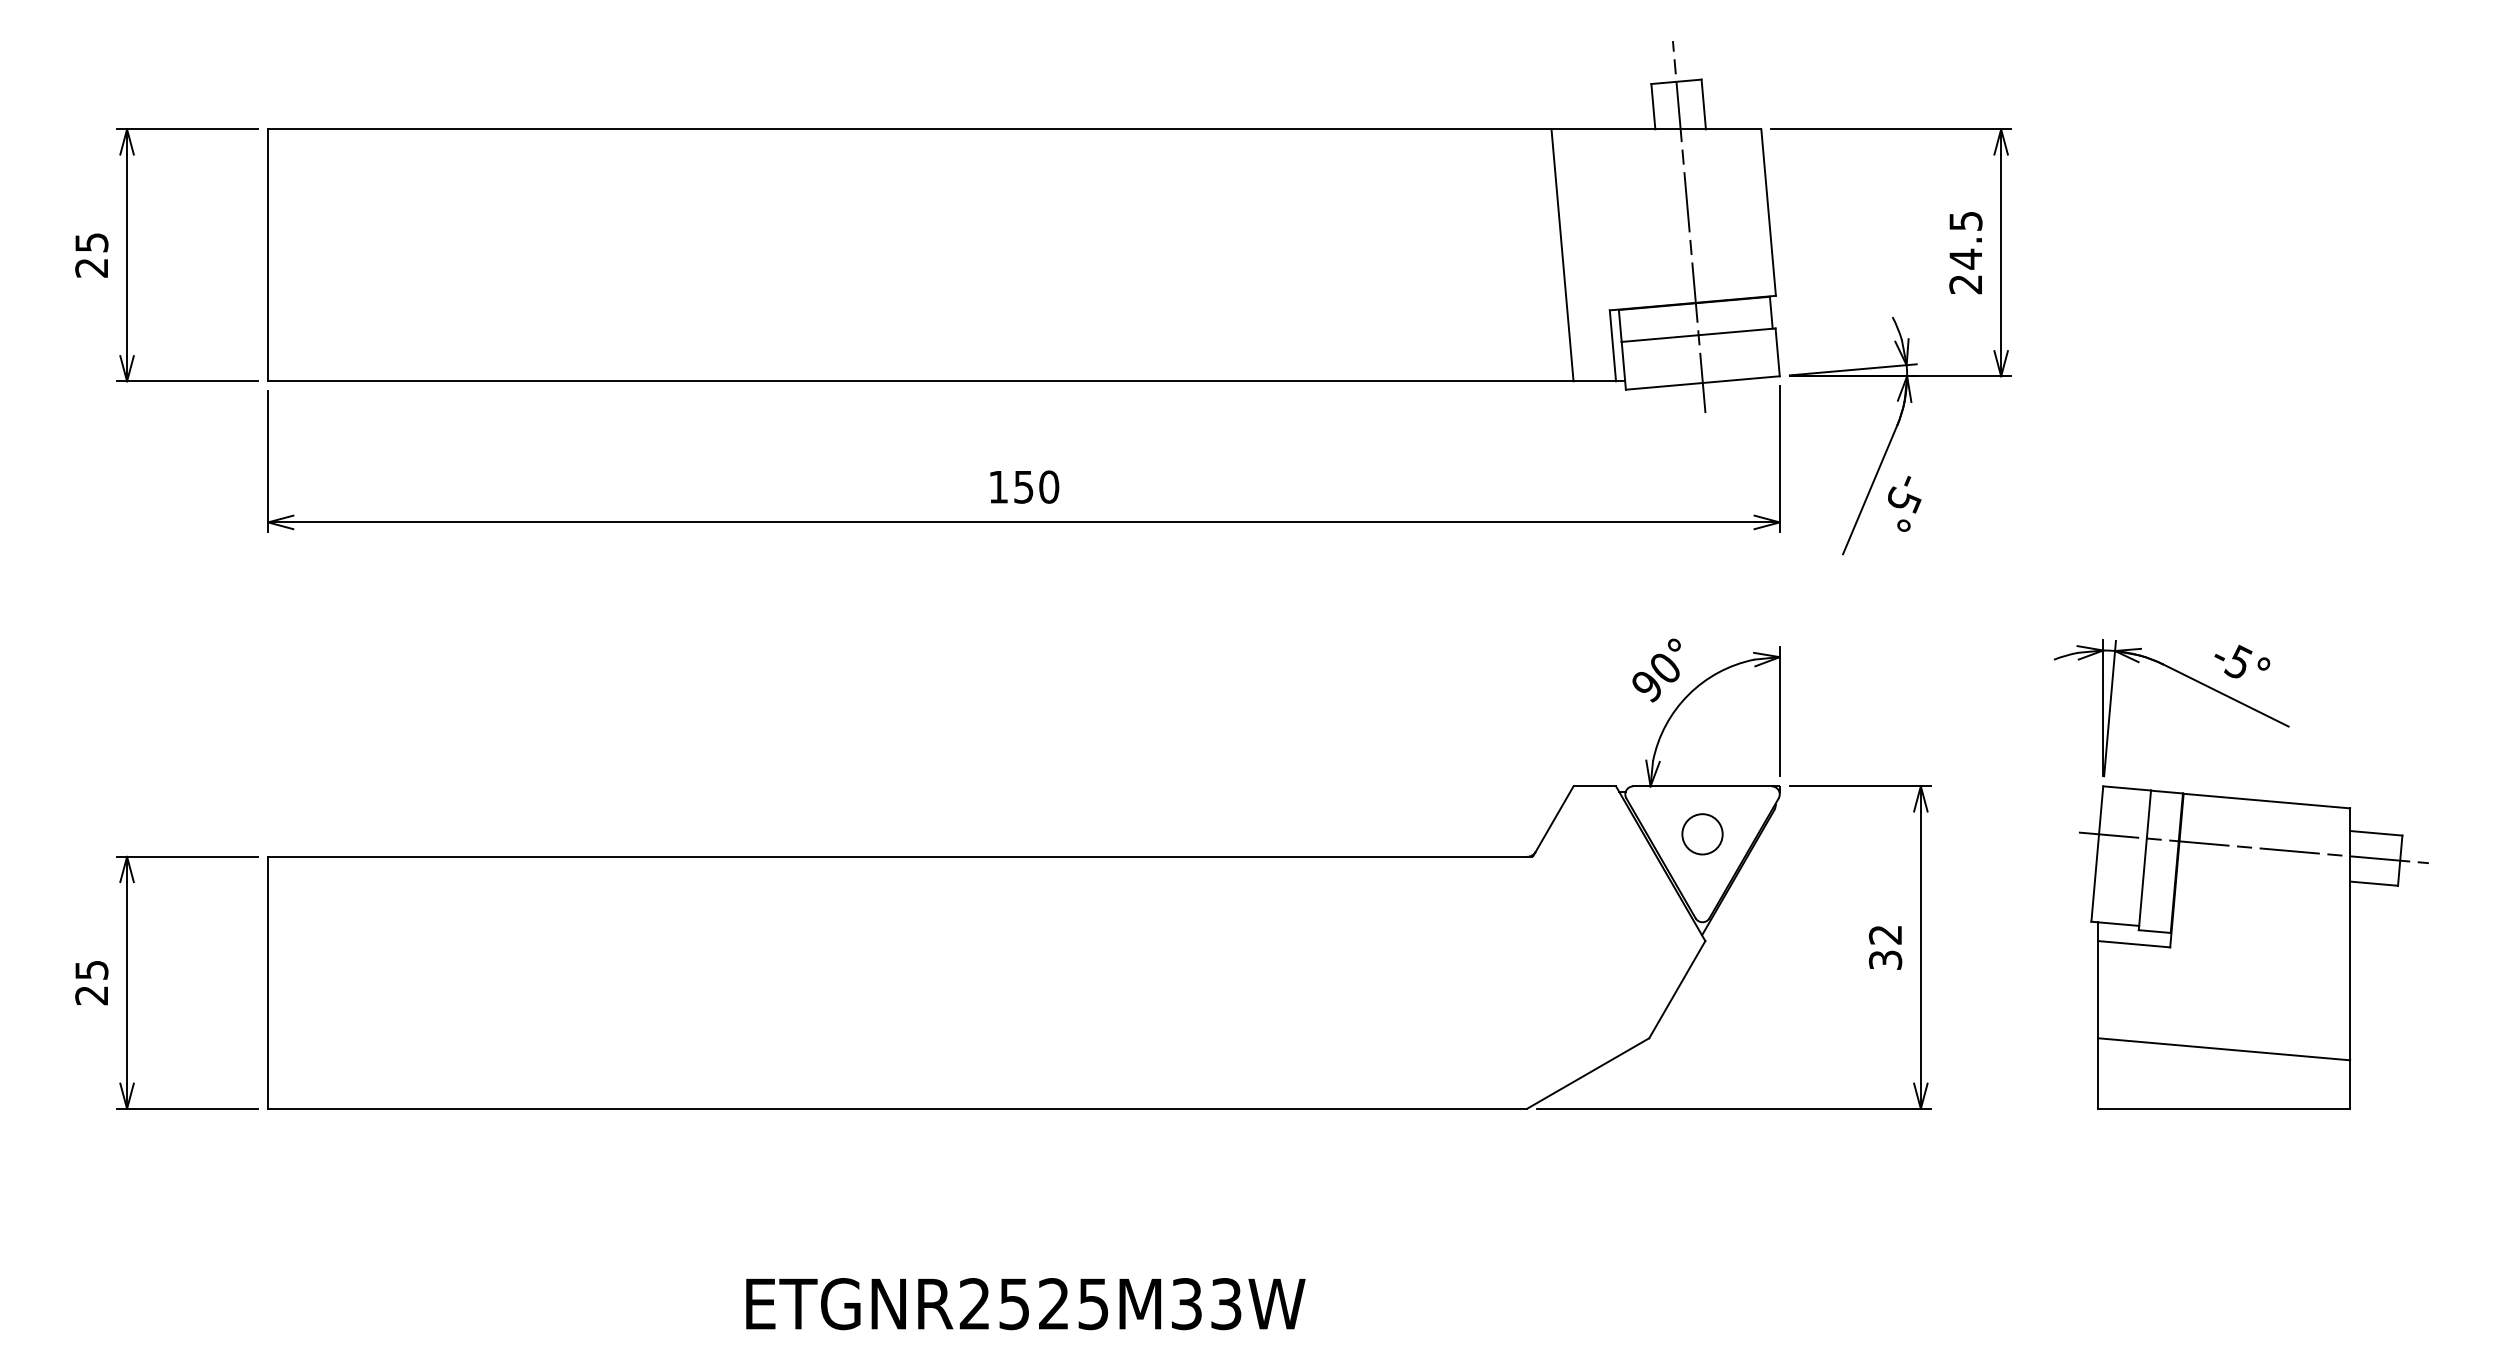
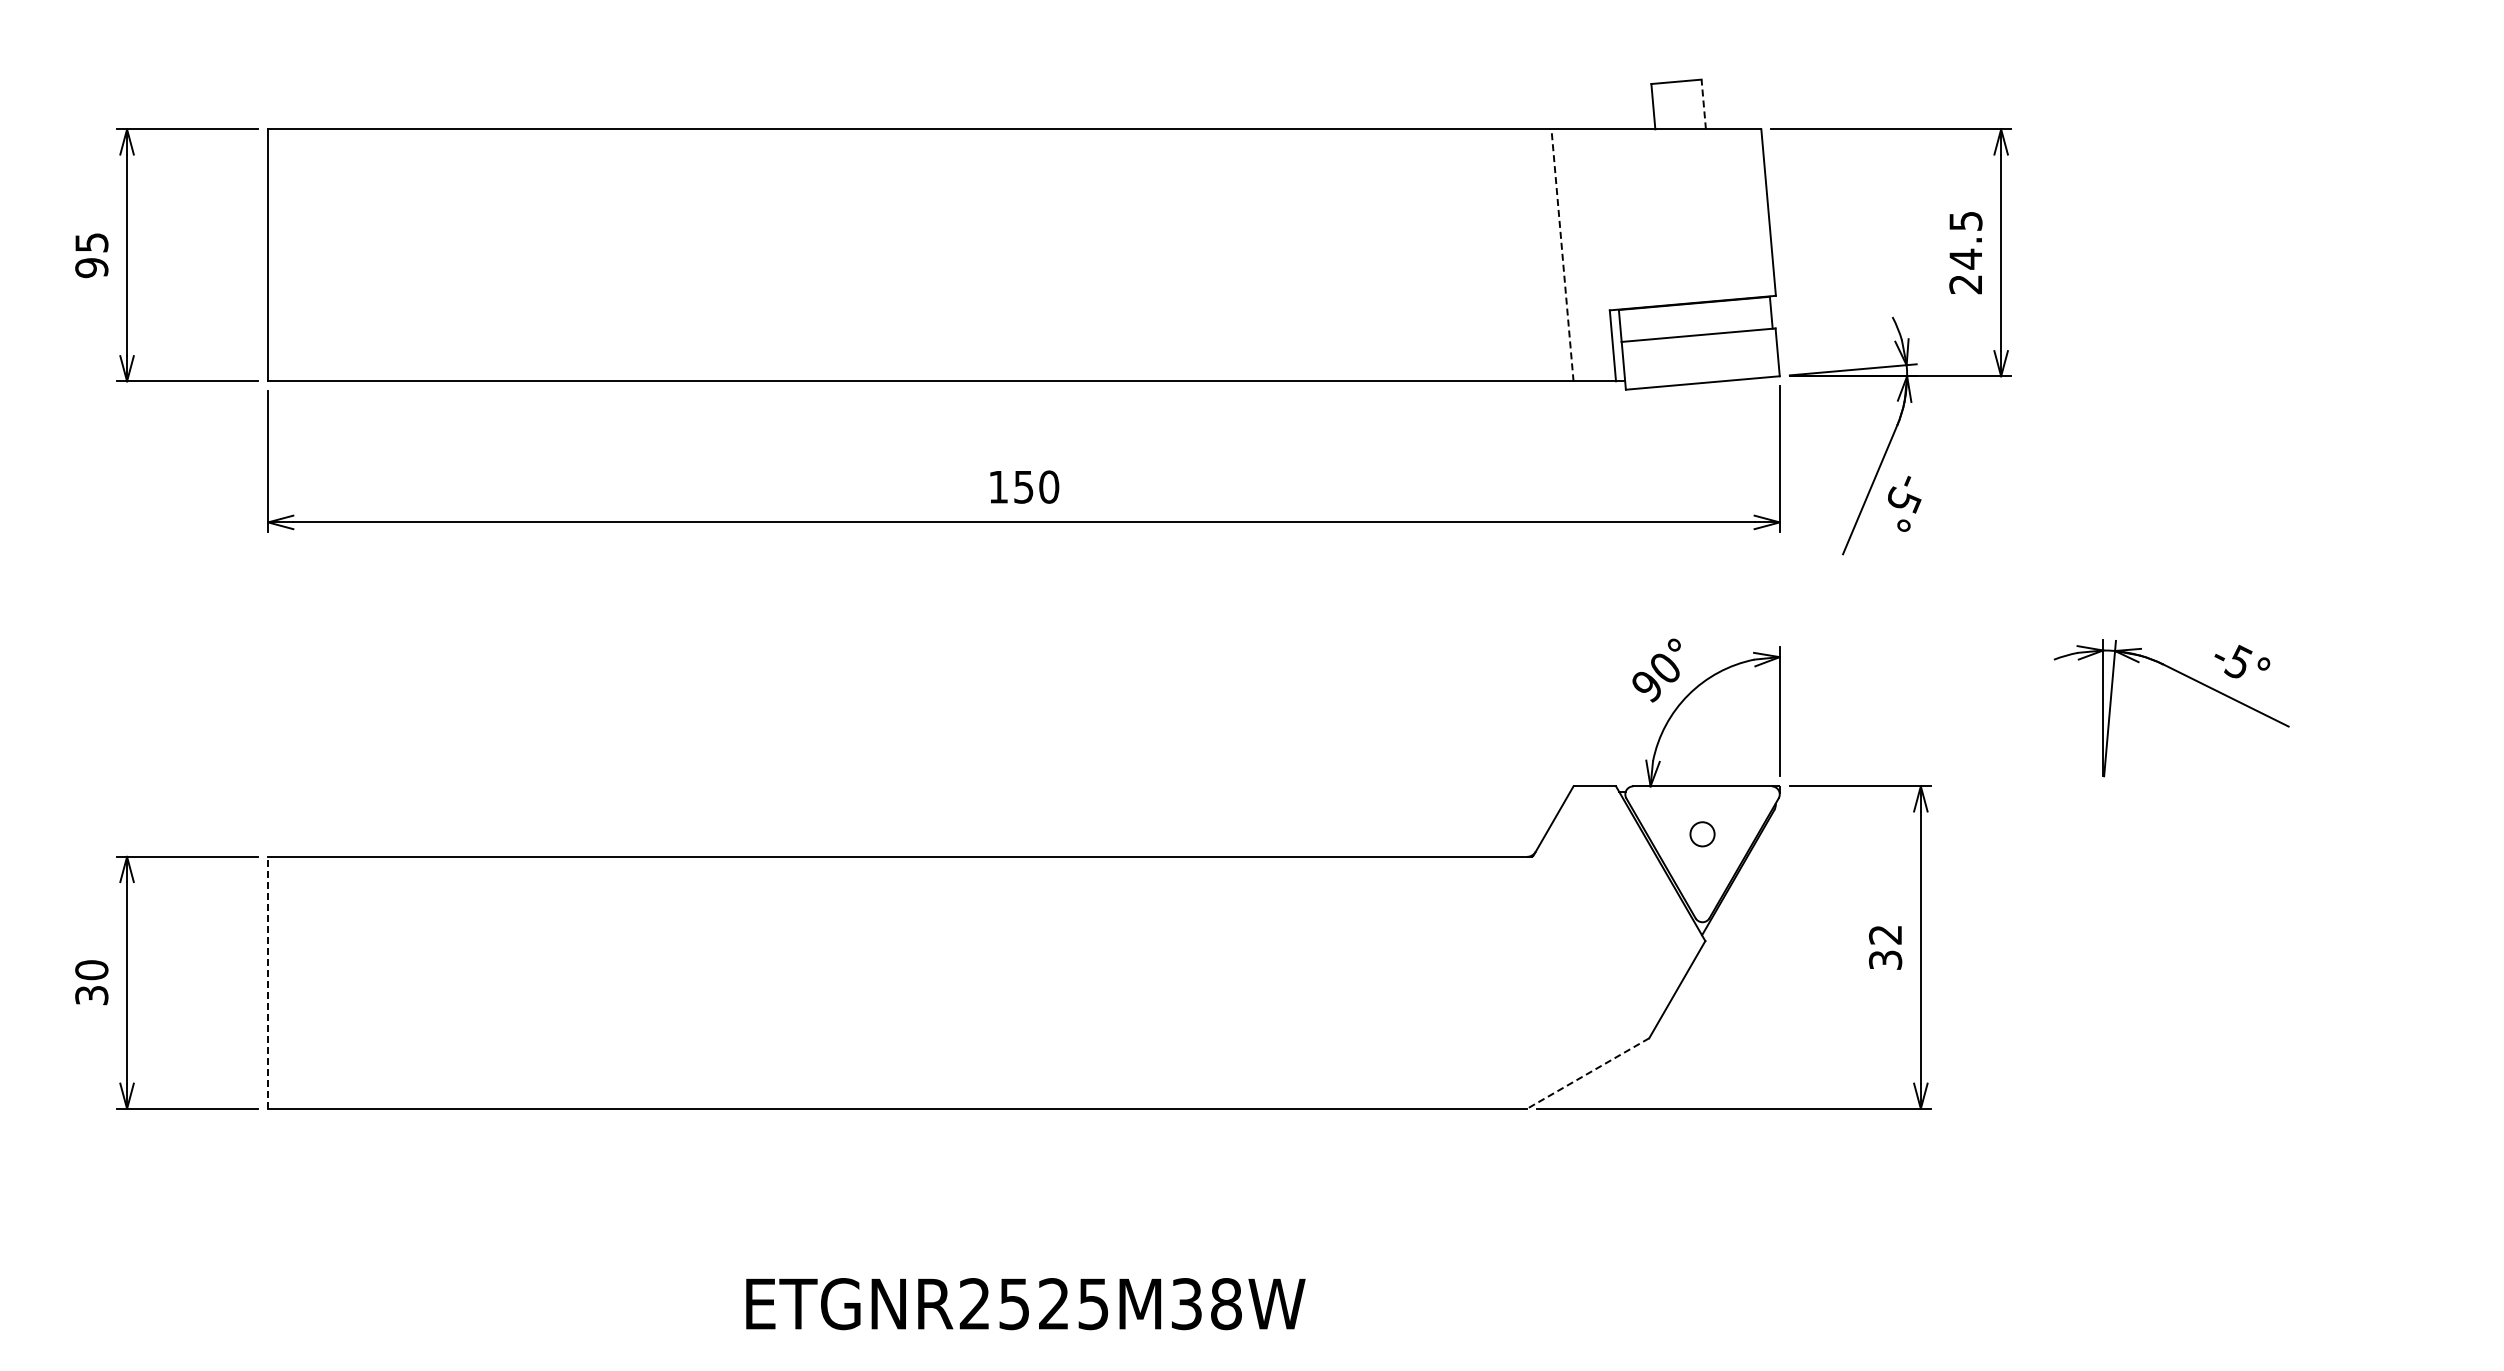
line at (1703, 104): solid -> dashed
line at (1688, 227): present -> none
line at (1562, 254): solid -> dashed
text at (91, 268): 25 -> 95
circle at (1702, 834) diameter: 40 px -> 24 px
part at (2253, 947): present -> none
text at (91, 982): 25 -> 30
line at (268, 982): solid -> dashed
line at (1588, 1073): solid -> dashed
text at (1226, 1304): ETGNR2525M33W -> ETGNR2525M38W
